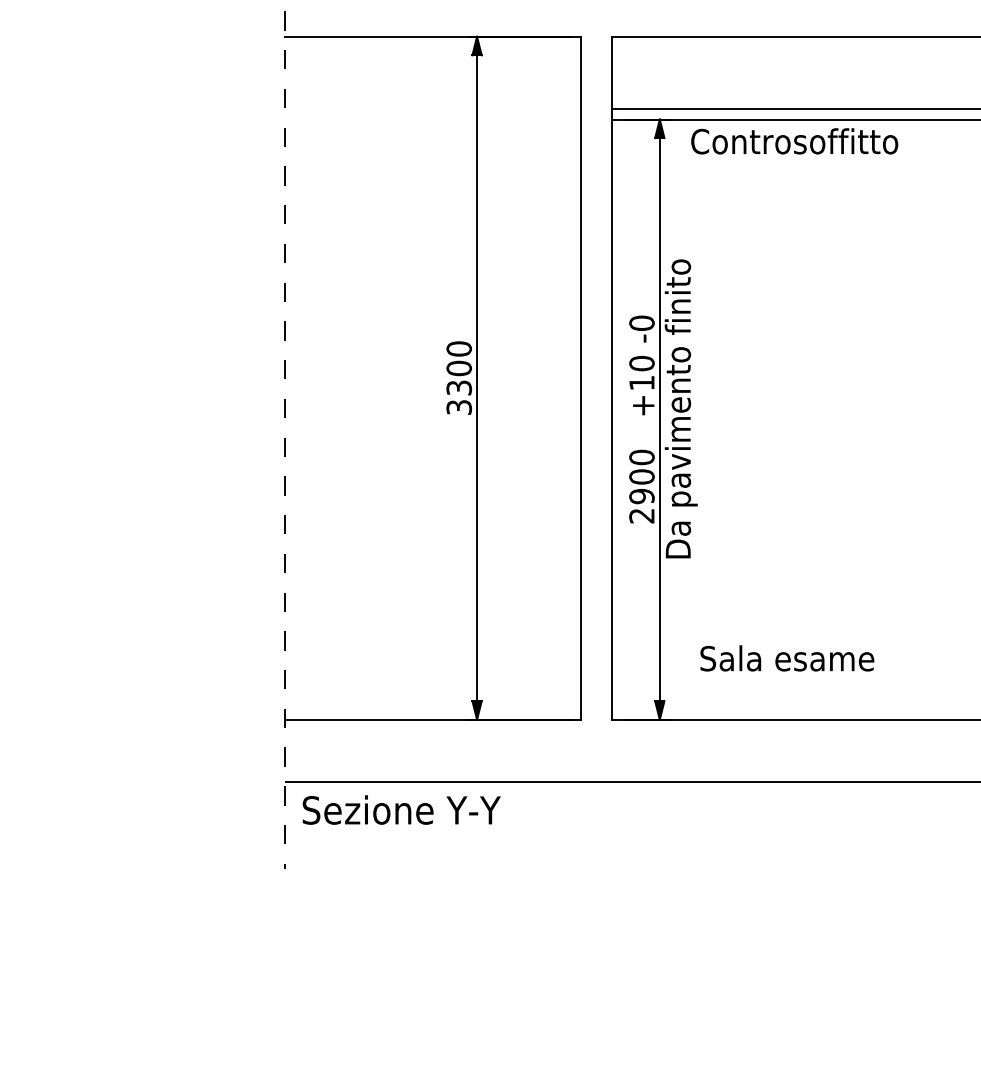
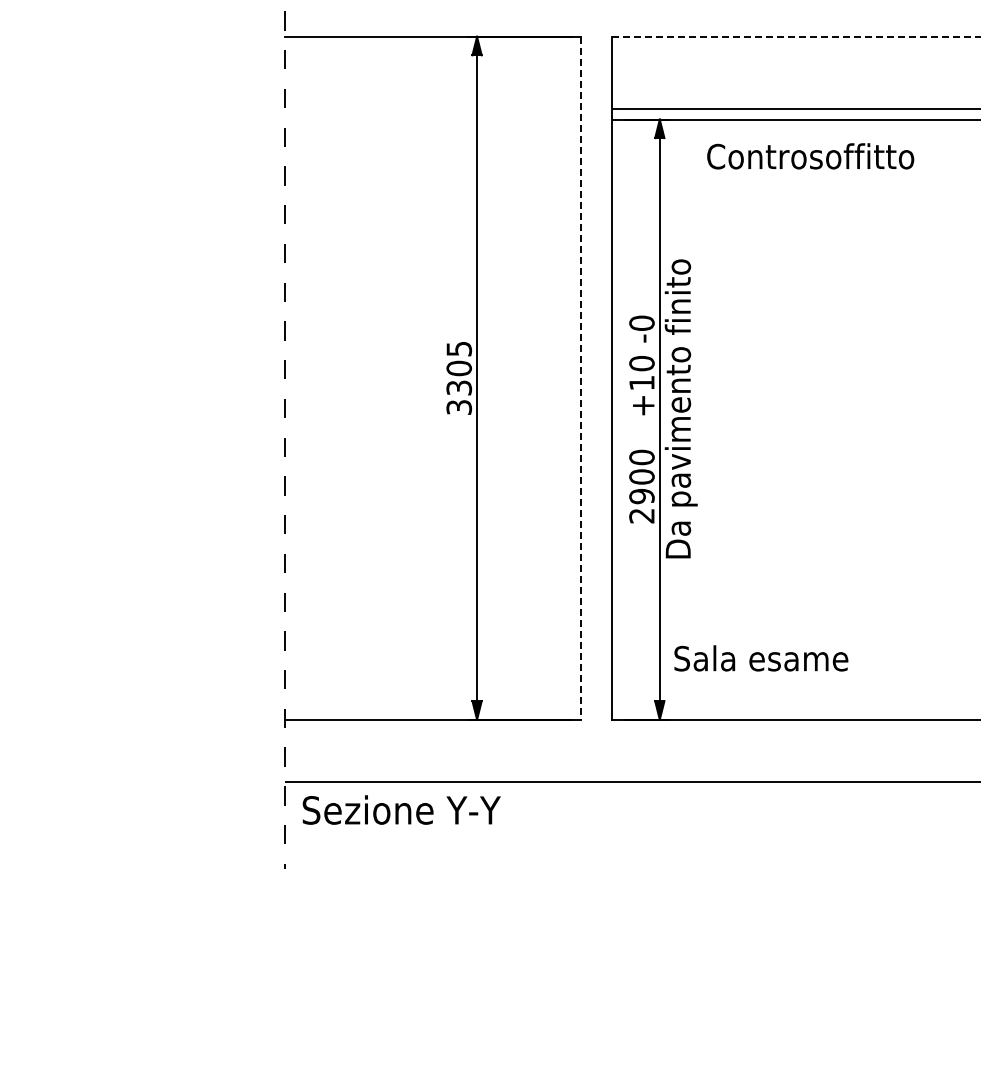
line at (796, 36): solid -> dashed
text at (794, 141) position: (794, 141) -> (810, 156)
text at (459, 348): 3300 -> 3305
line at (581, 378): solid -> dashed
text at (787, 658) position: (787, 658) -> (761, 658)
